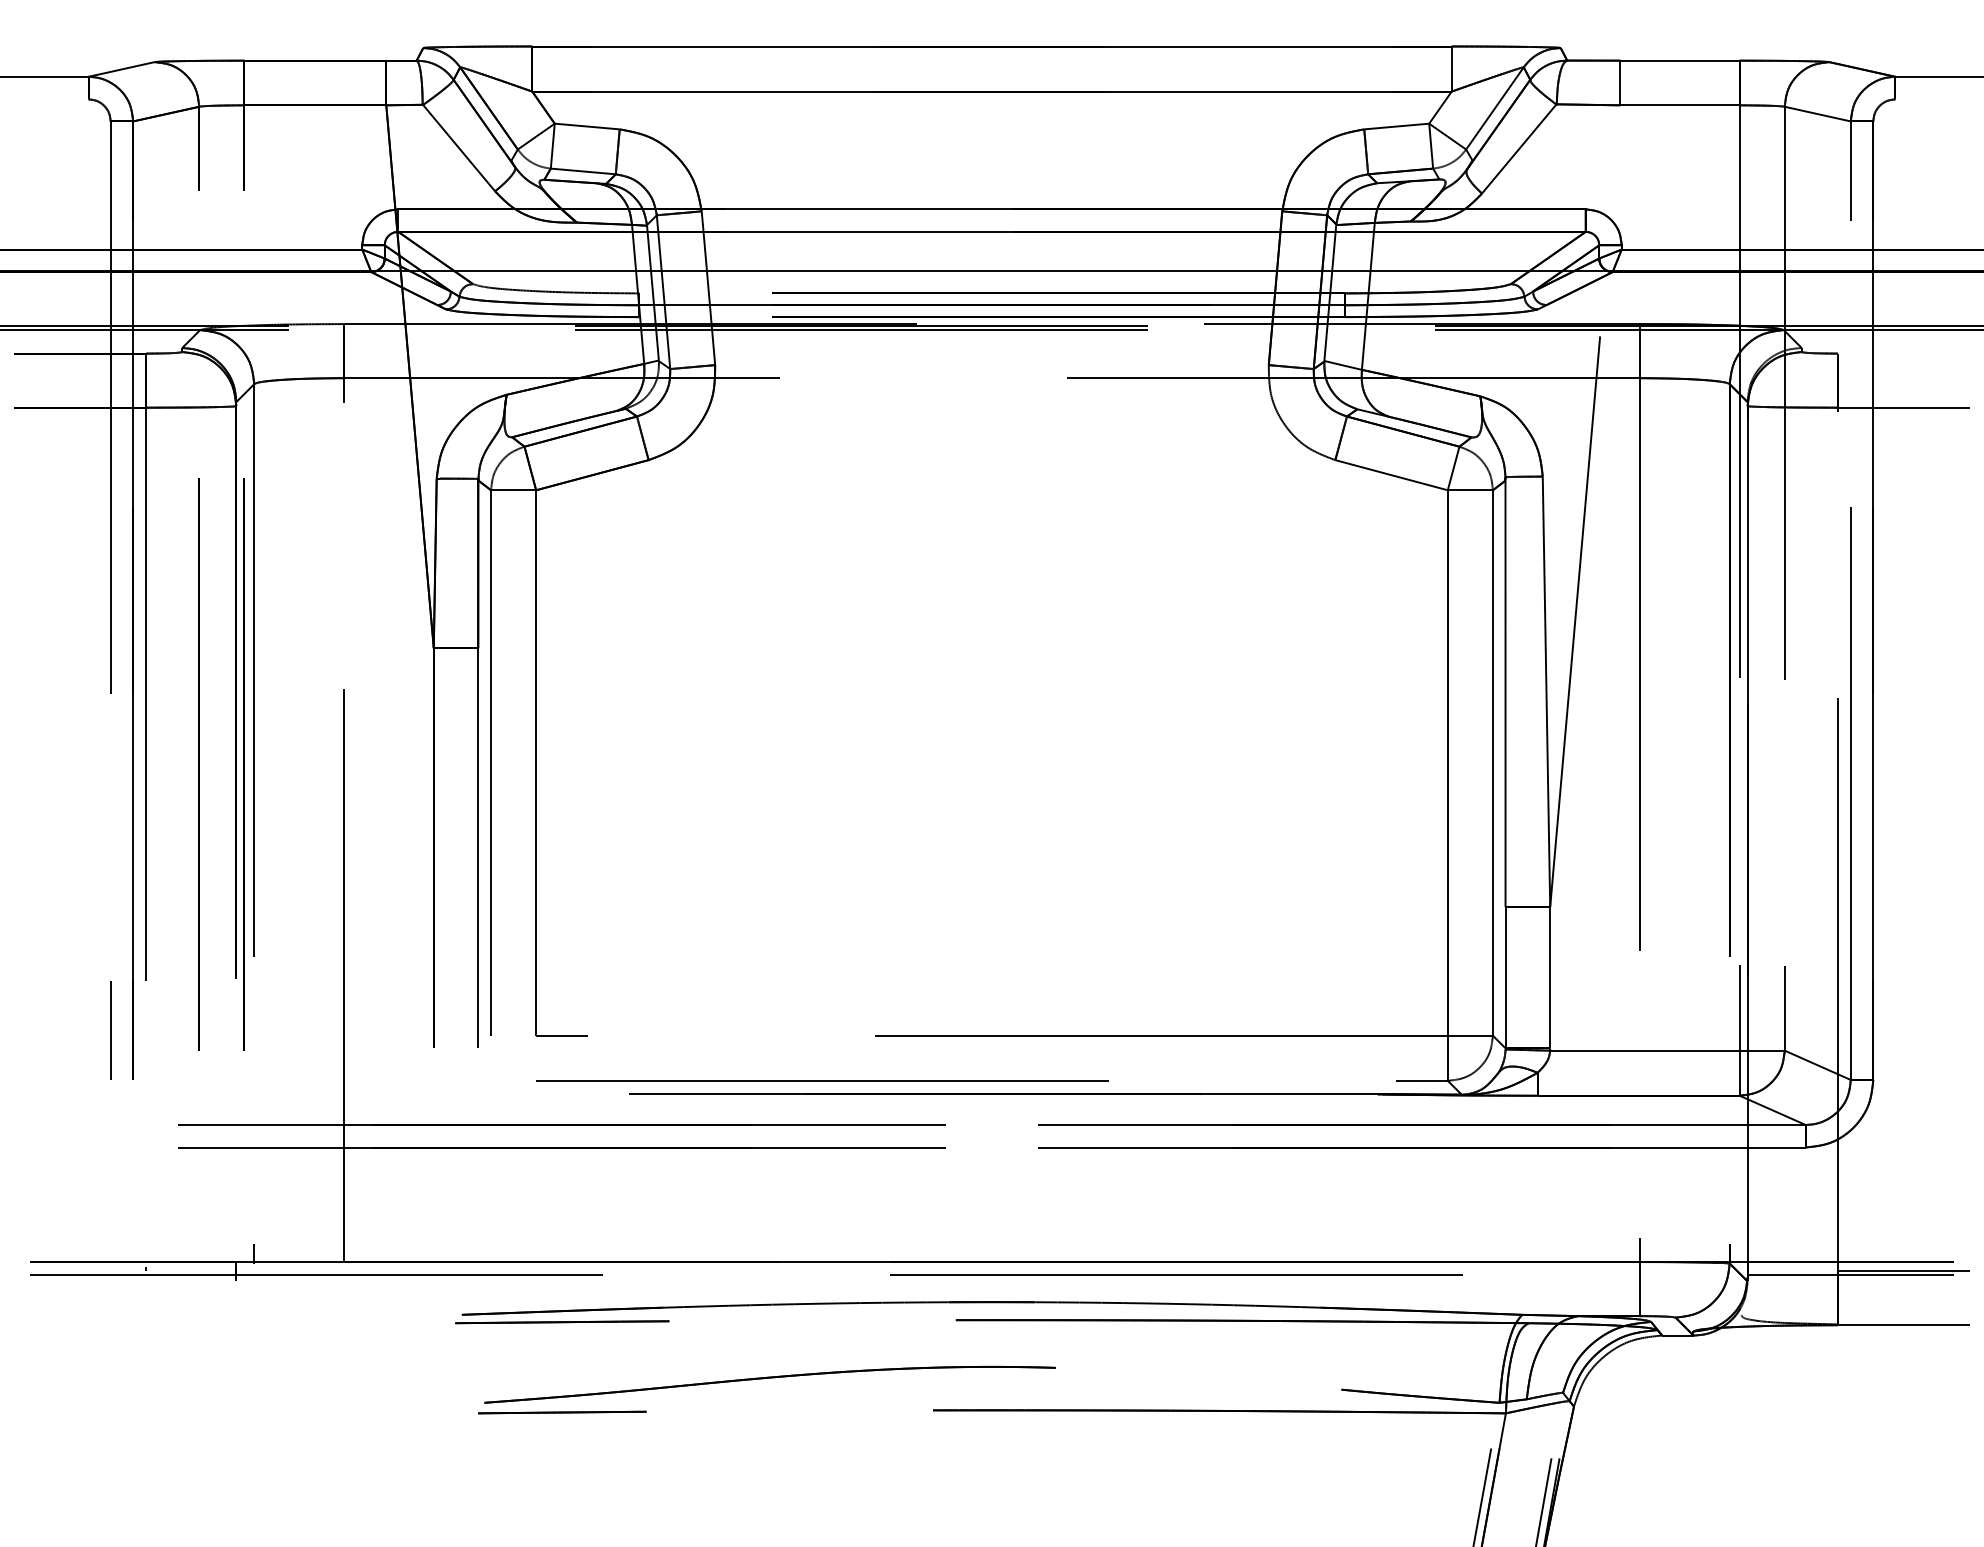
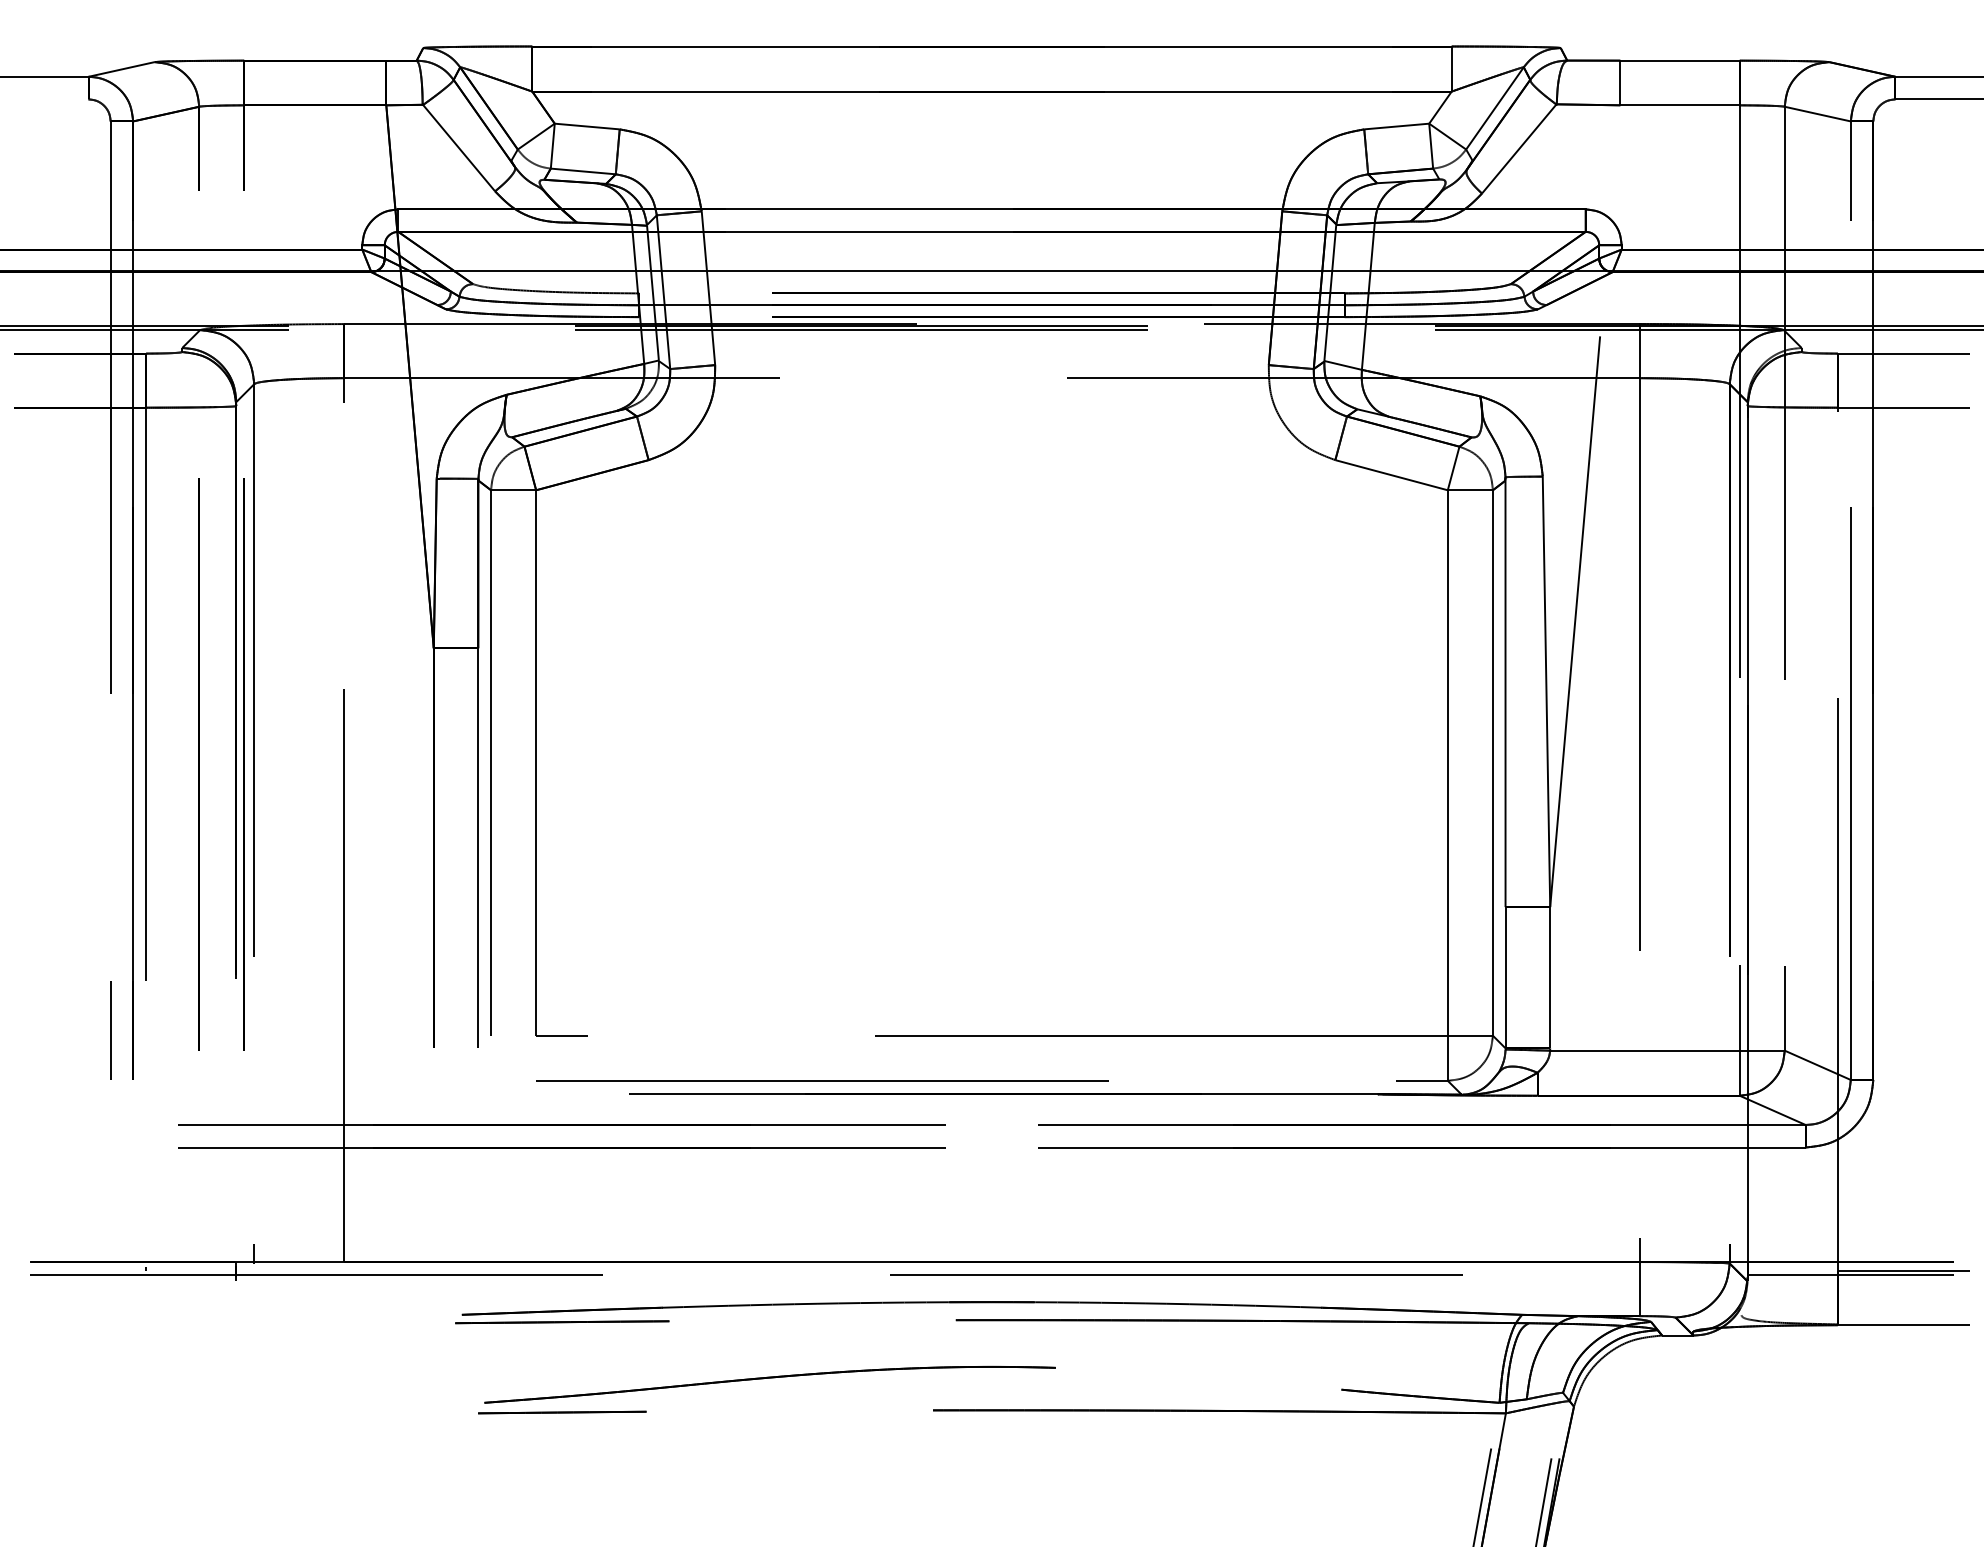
line at (1937, 99): none -> present
line at (1903, 353): none -> present
